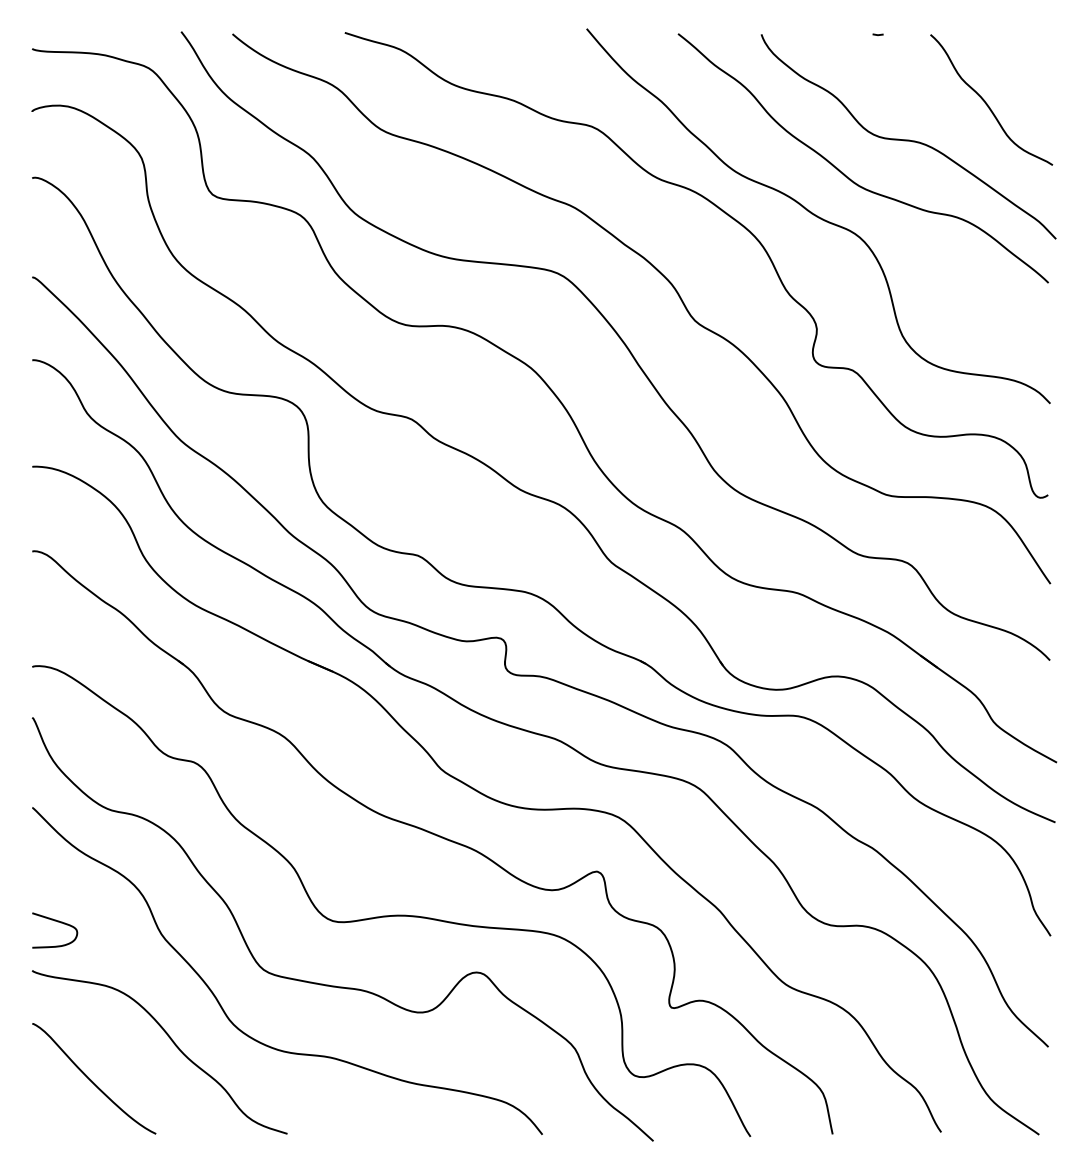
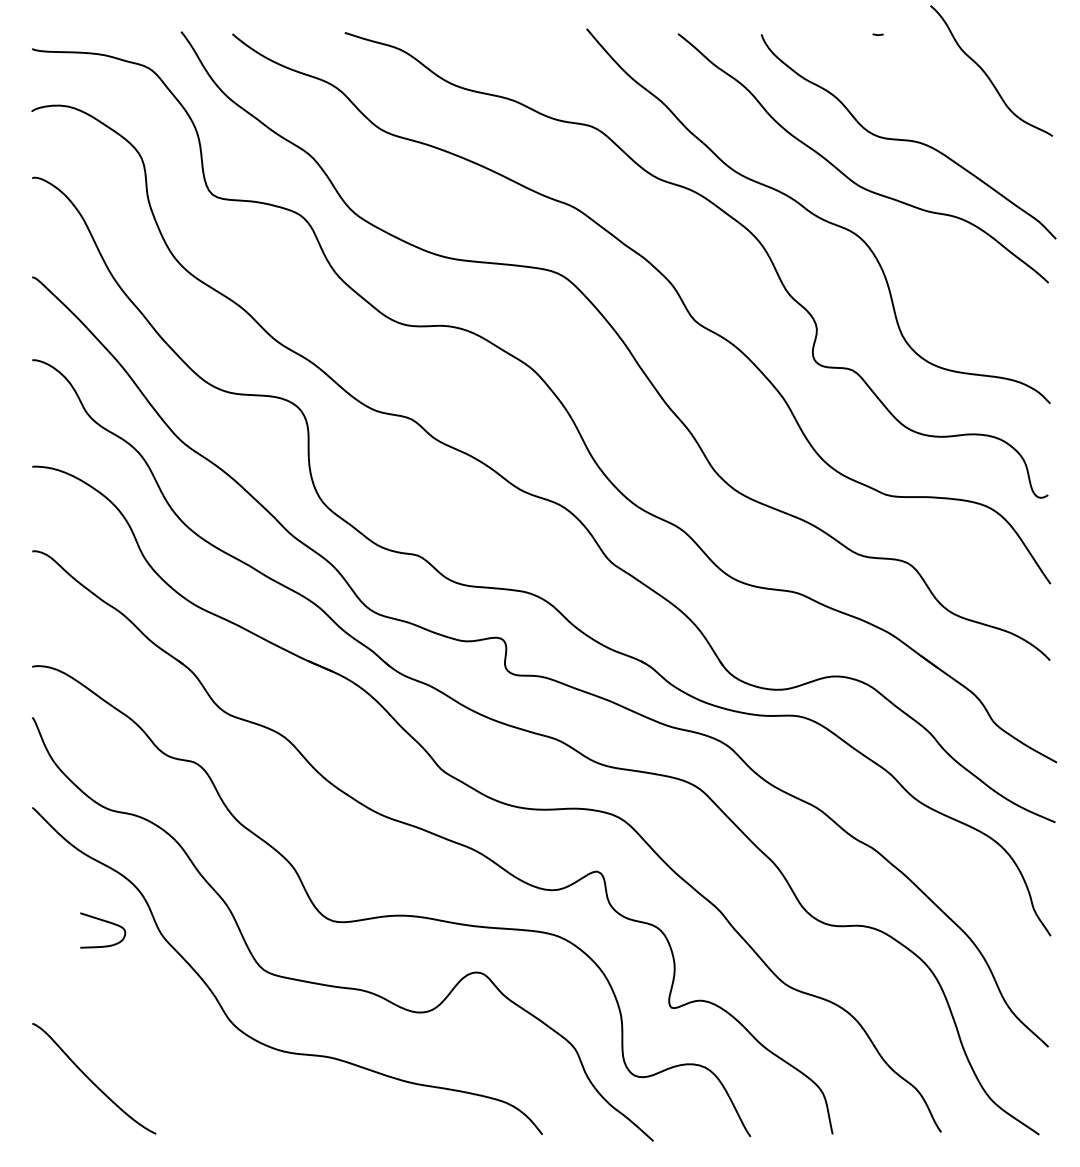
curve at (987, 103) position: (987, 103) -> (987, 74)
curve at (57, 922) position: (57, 922) -> (105, 922)
curve at (171, 1041): present -> none
